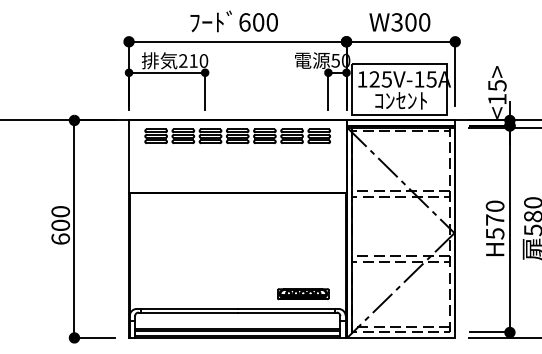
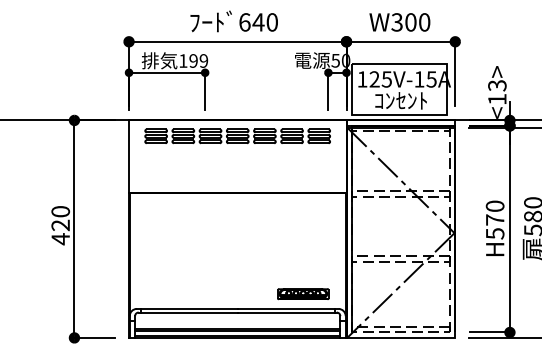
text at (258, 22): 600 -> 640
text at (193, 60): 210 -> 199
text at (497, 85): <15> -> <13>
text at (60, 232): 600 -> 420
